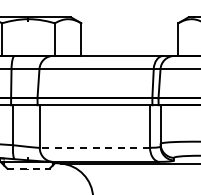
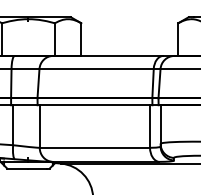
line at (94, 147): dashed -> solid
line at (27, 168): dashed -> solid
